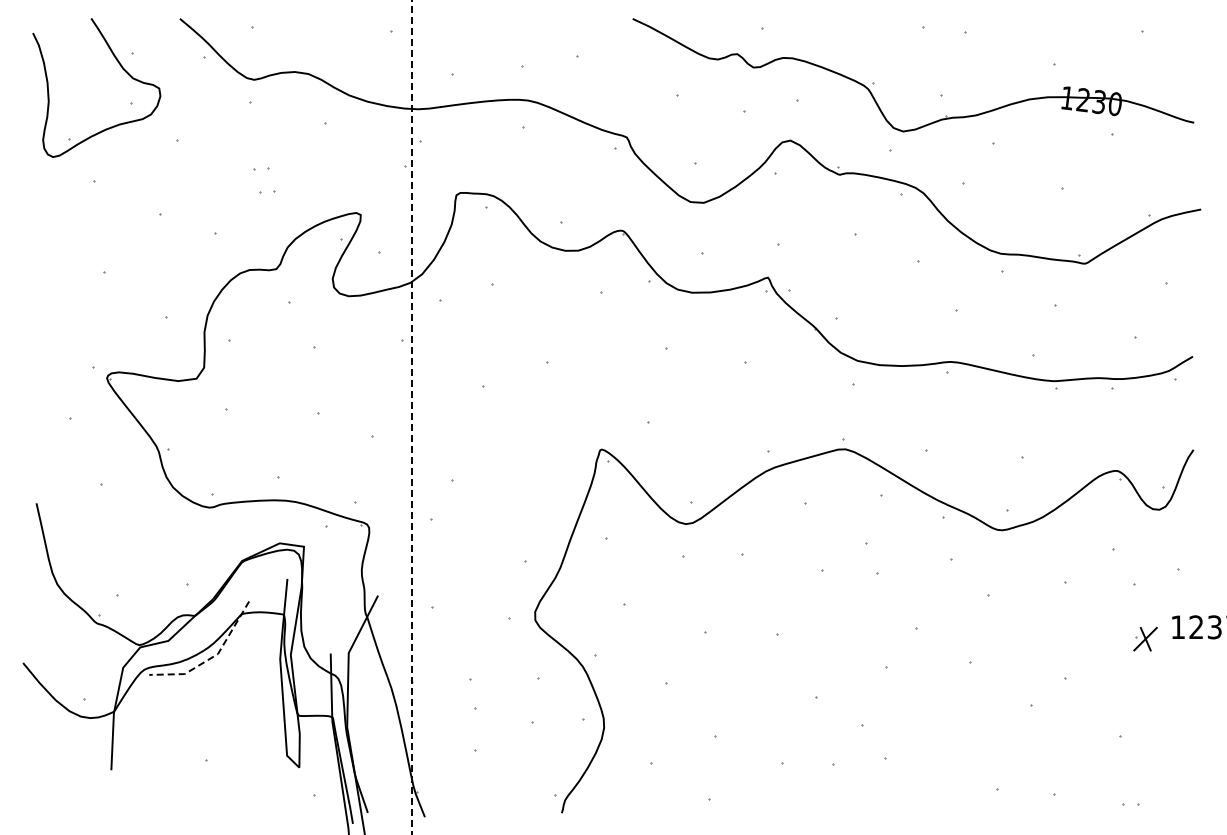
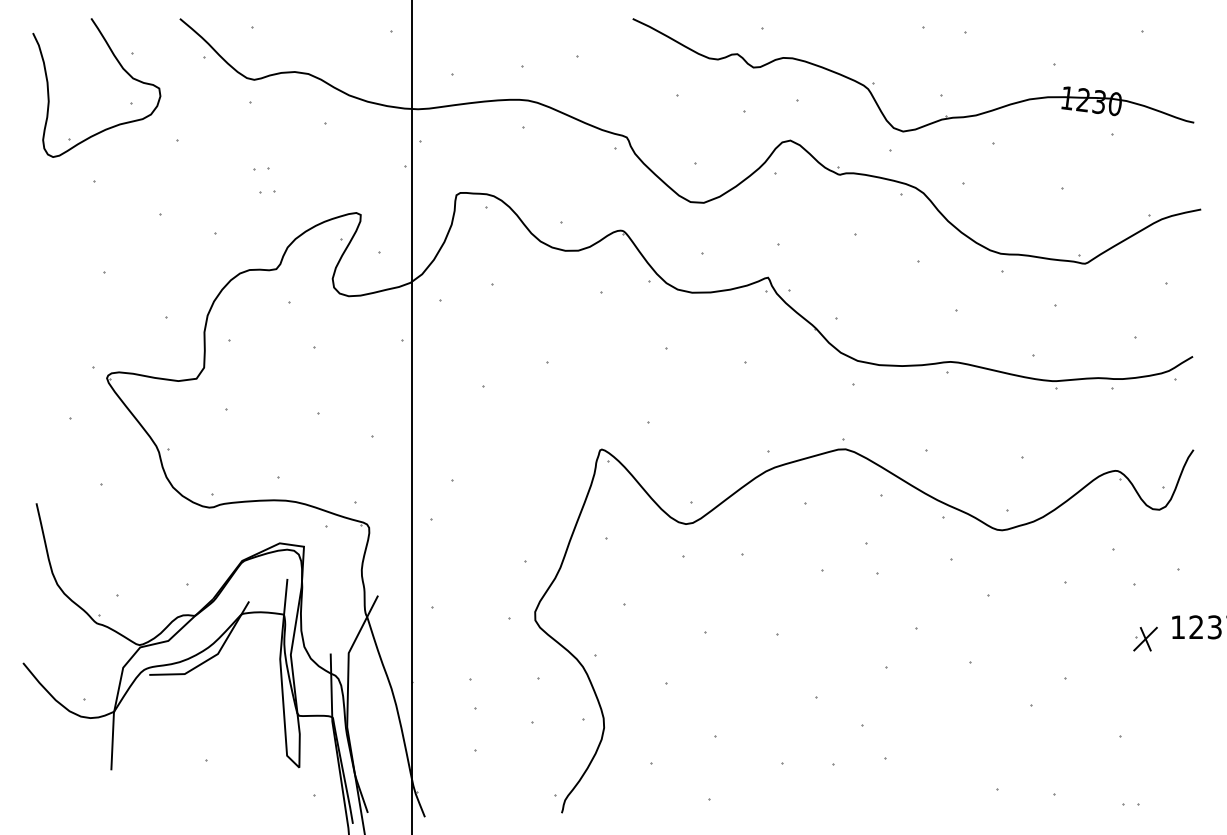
line at (412, 417): dashed -> solid
line at (212, 657): dashed -> solid
